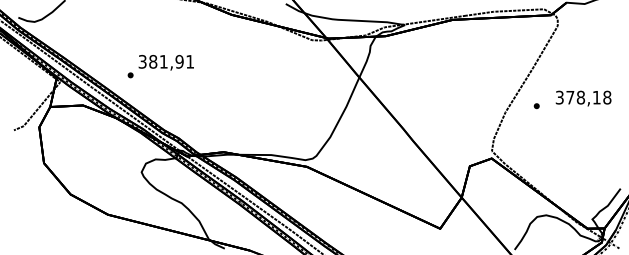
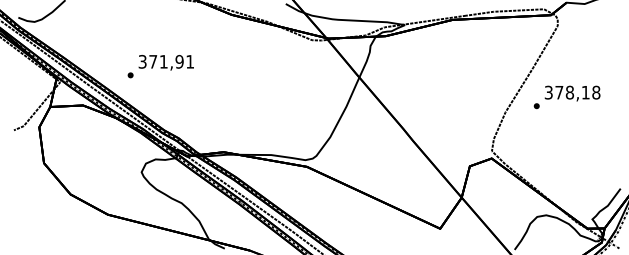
text at (153, 61): 381,91 -> 371,91
text at (583, 98) position: (583, 98) -> (572, 93)
